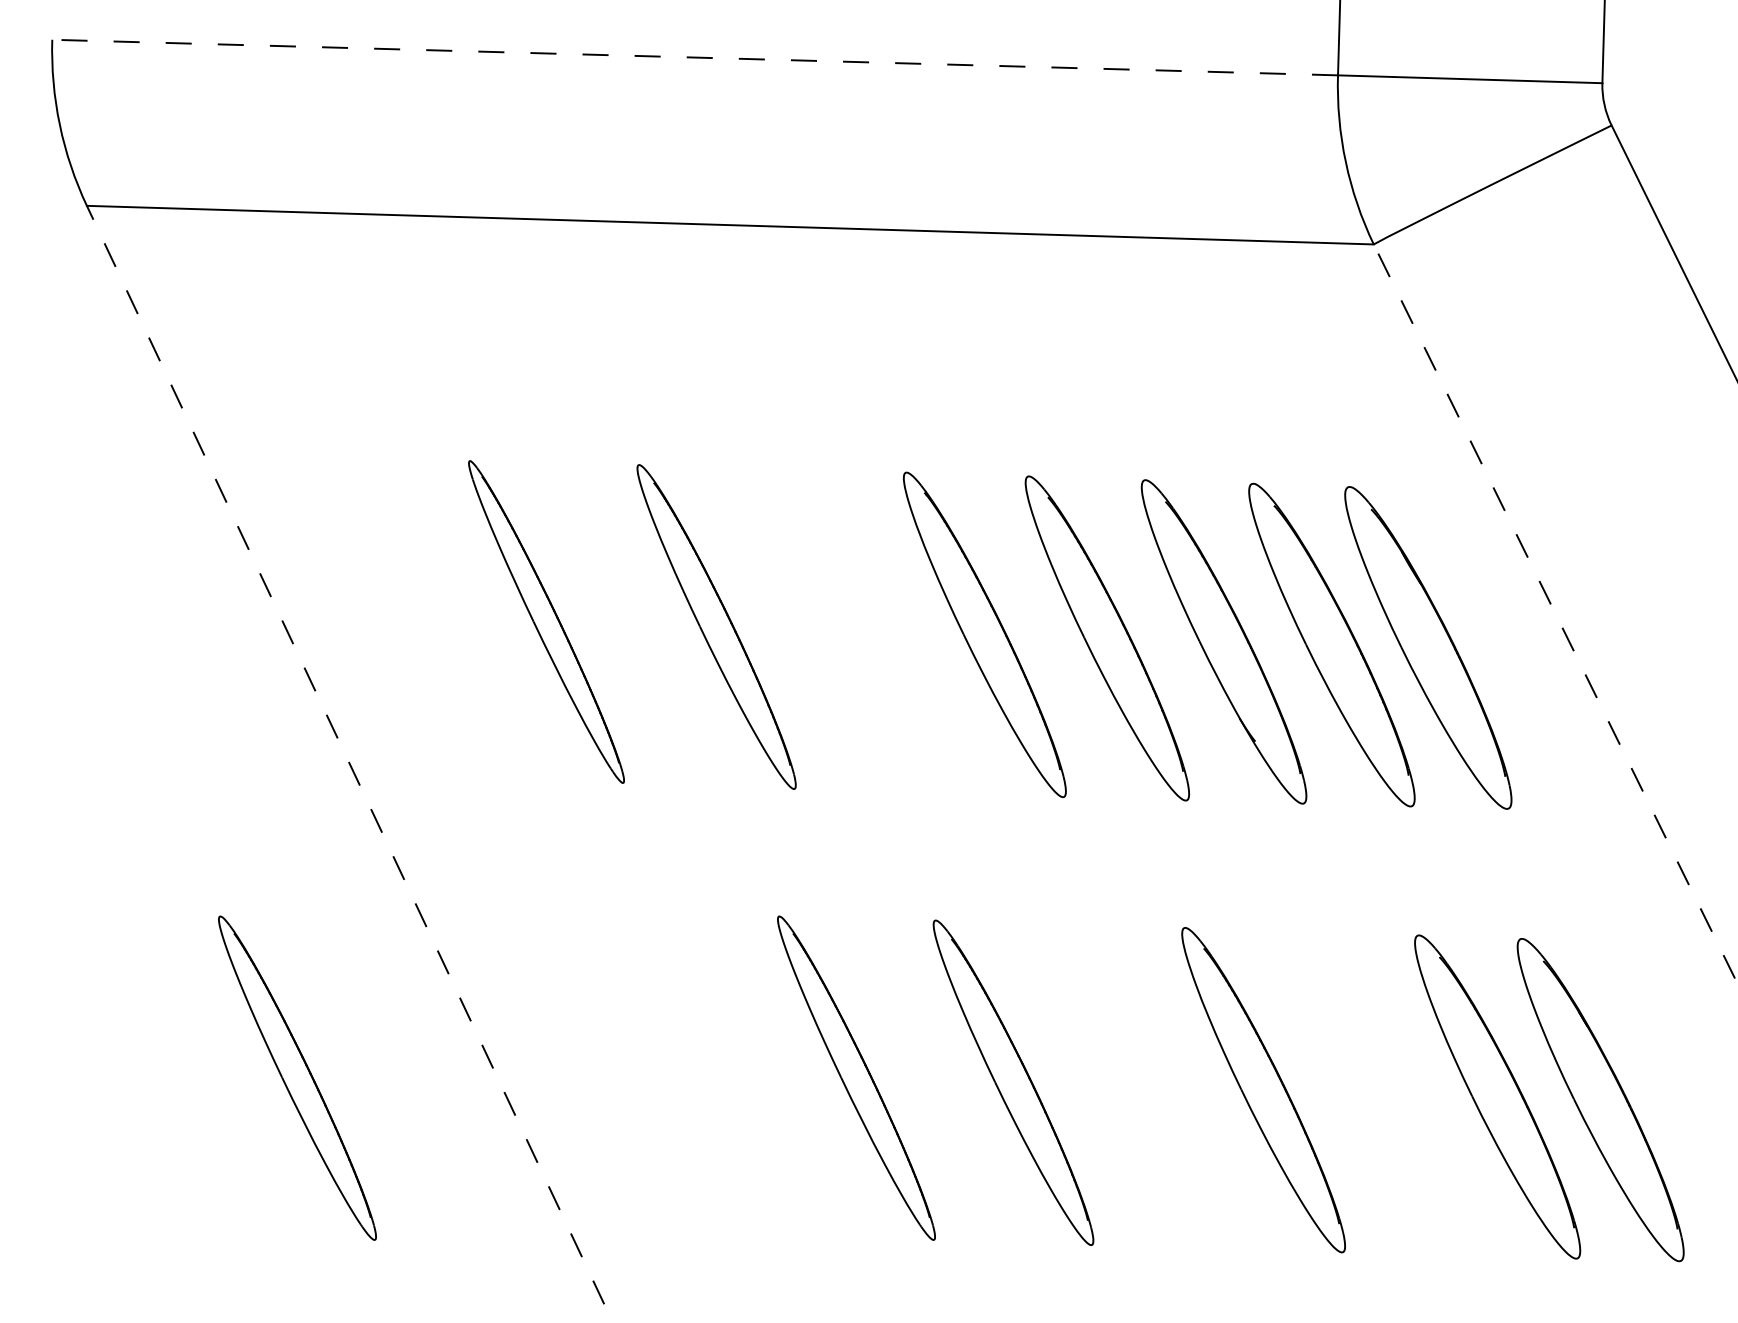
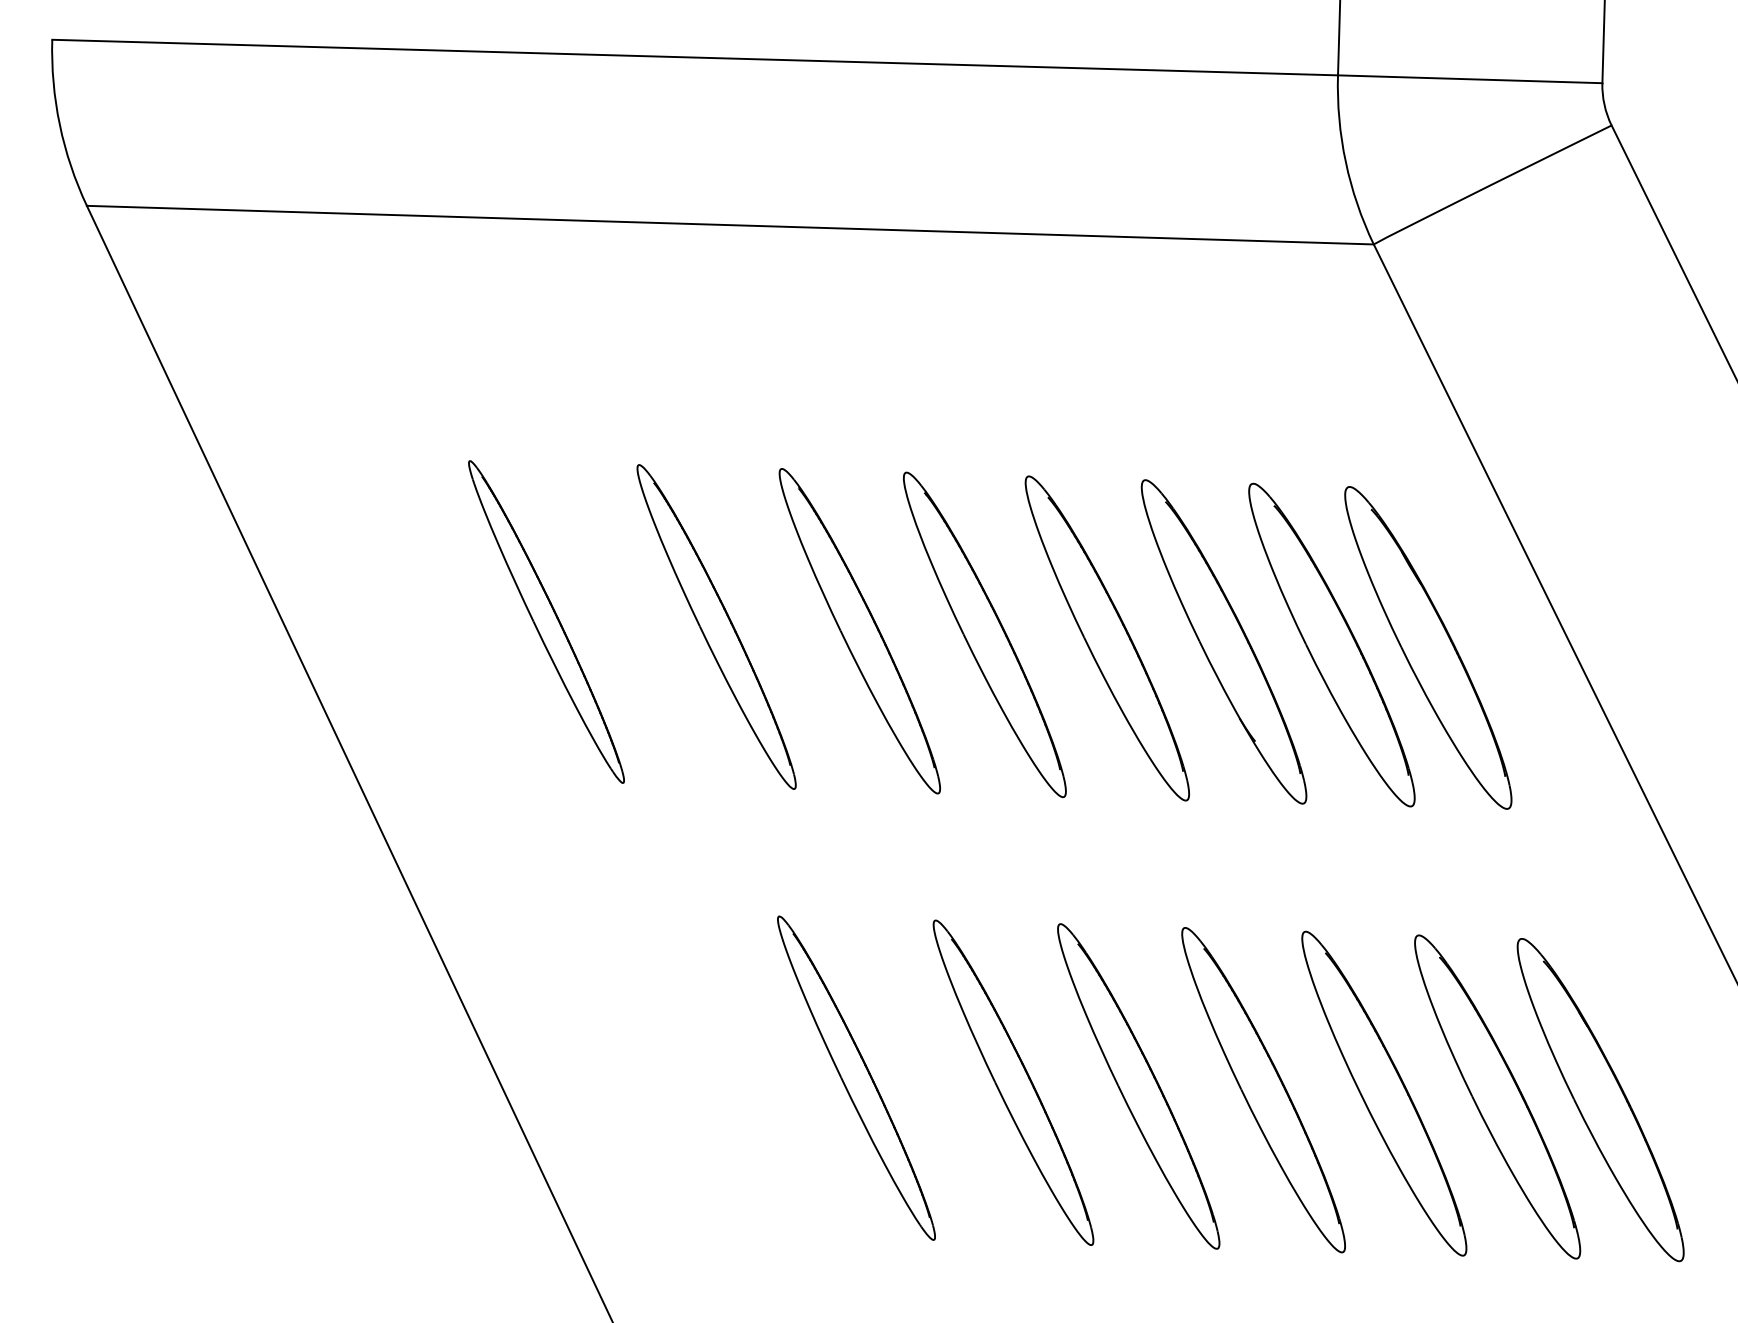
line at (694, 57): dashed -> solid
line at (1555, 613): dashed -> solid
part at (859, 631): none -> present
line at (349, 763): dashed -> solid
part at (297, 1077): present -> none
part at (1138, 1086): none -> present
part at (1384, 1093): none -> present
